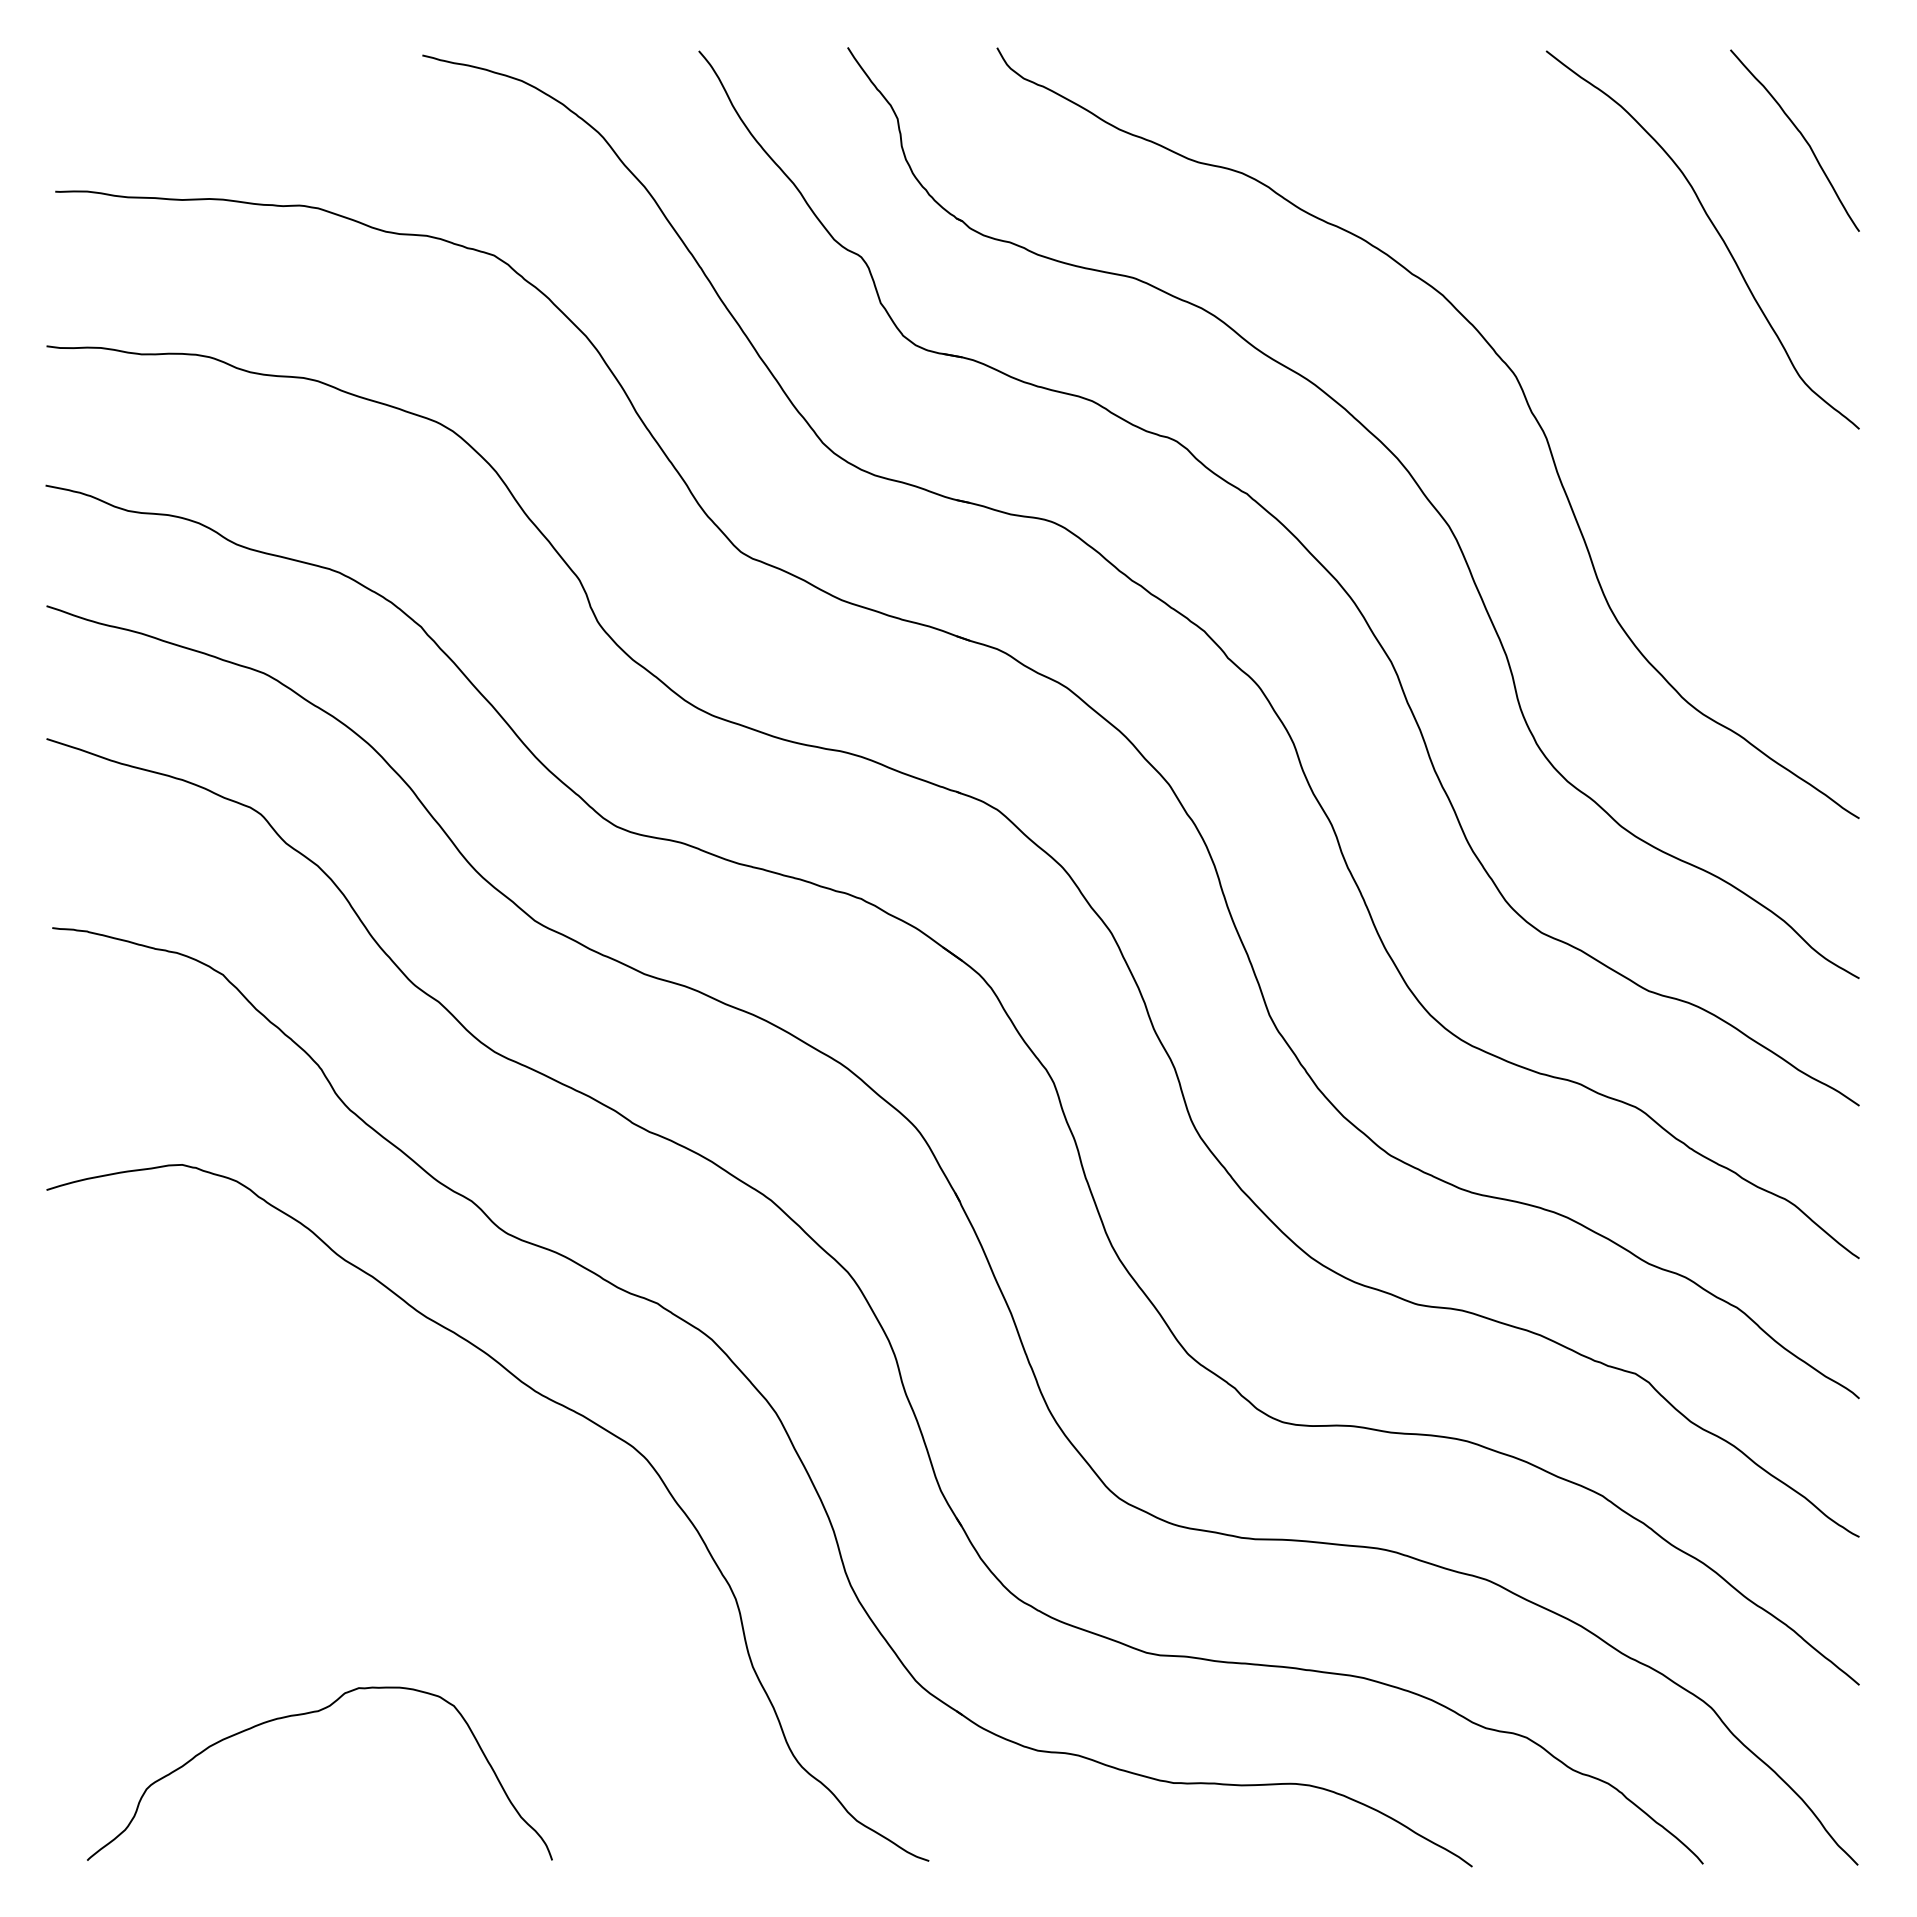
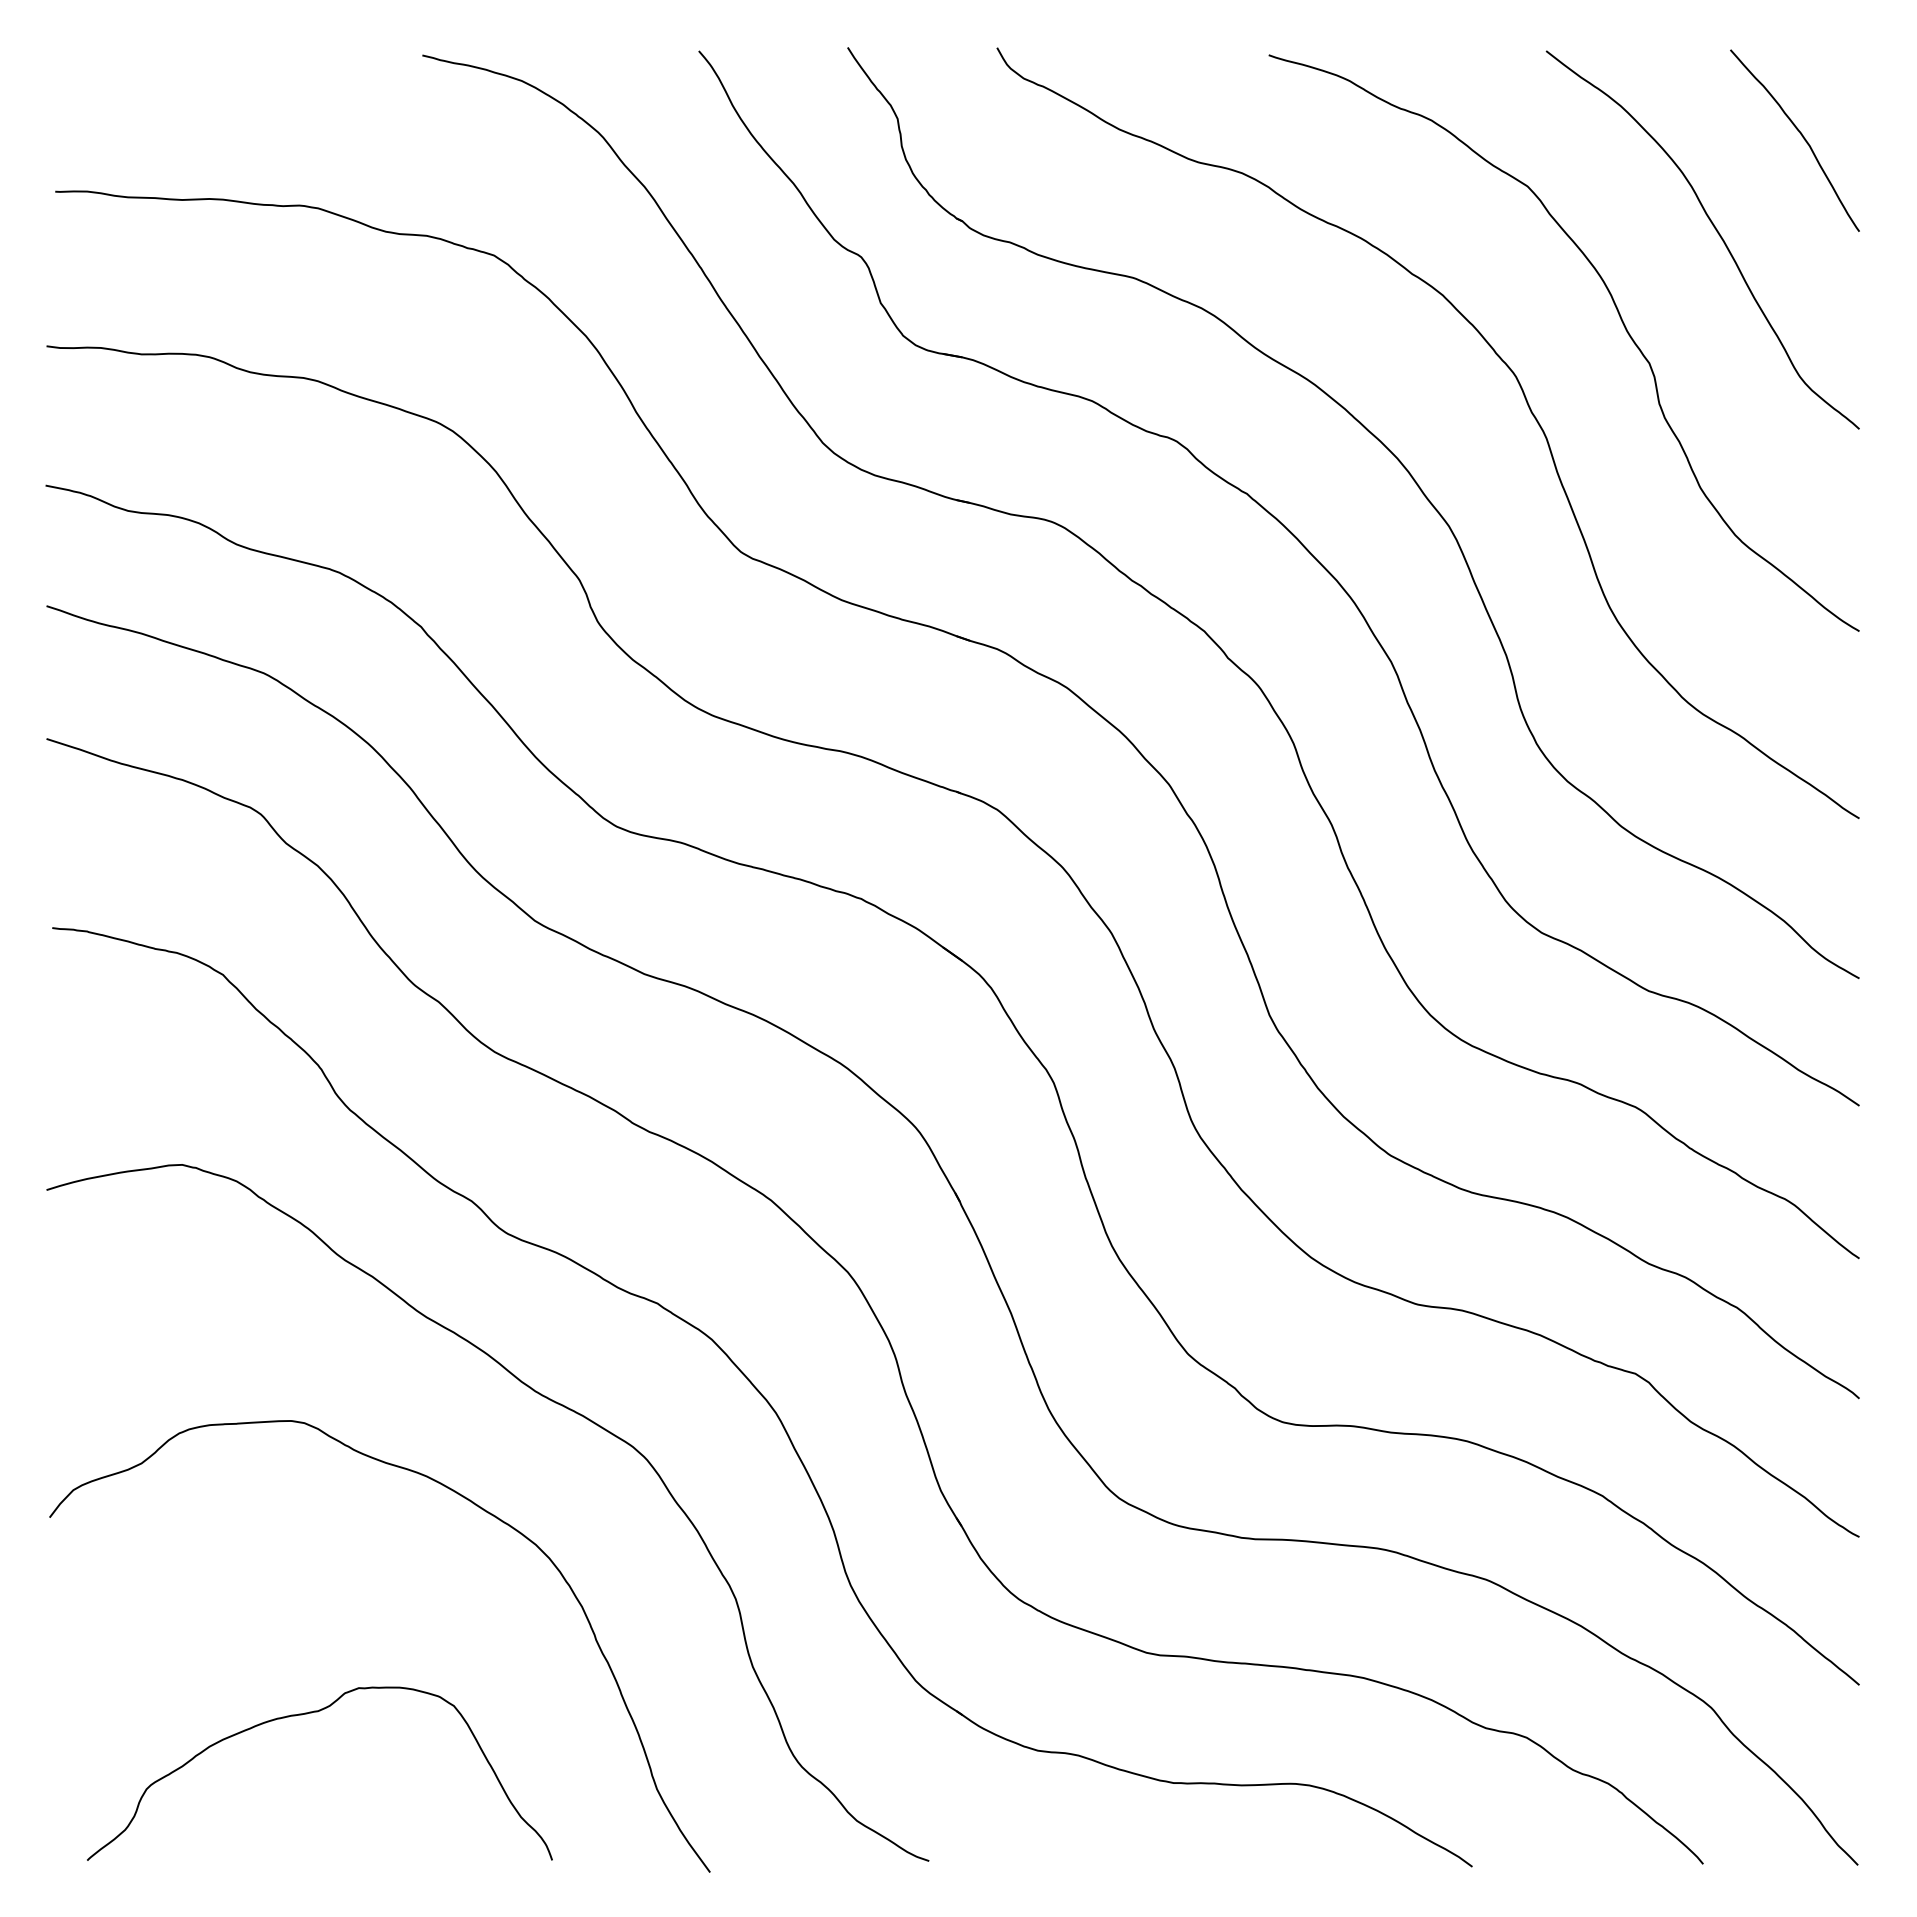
curve at (1619, 317): none -> present
curve at (473, 1504): none -> present
